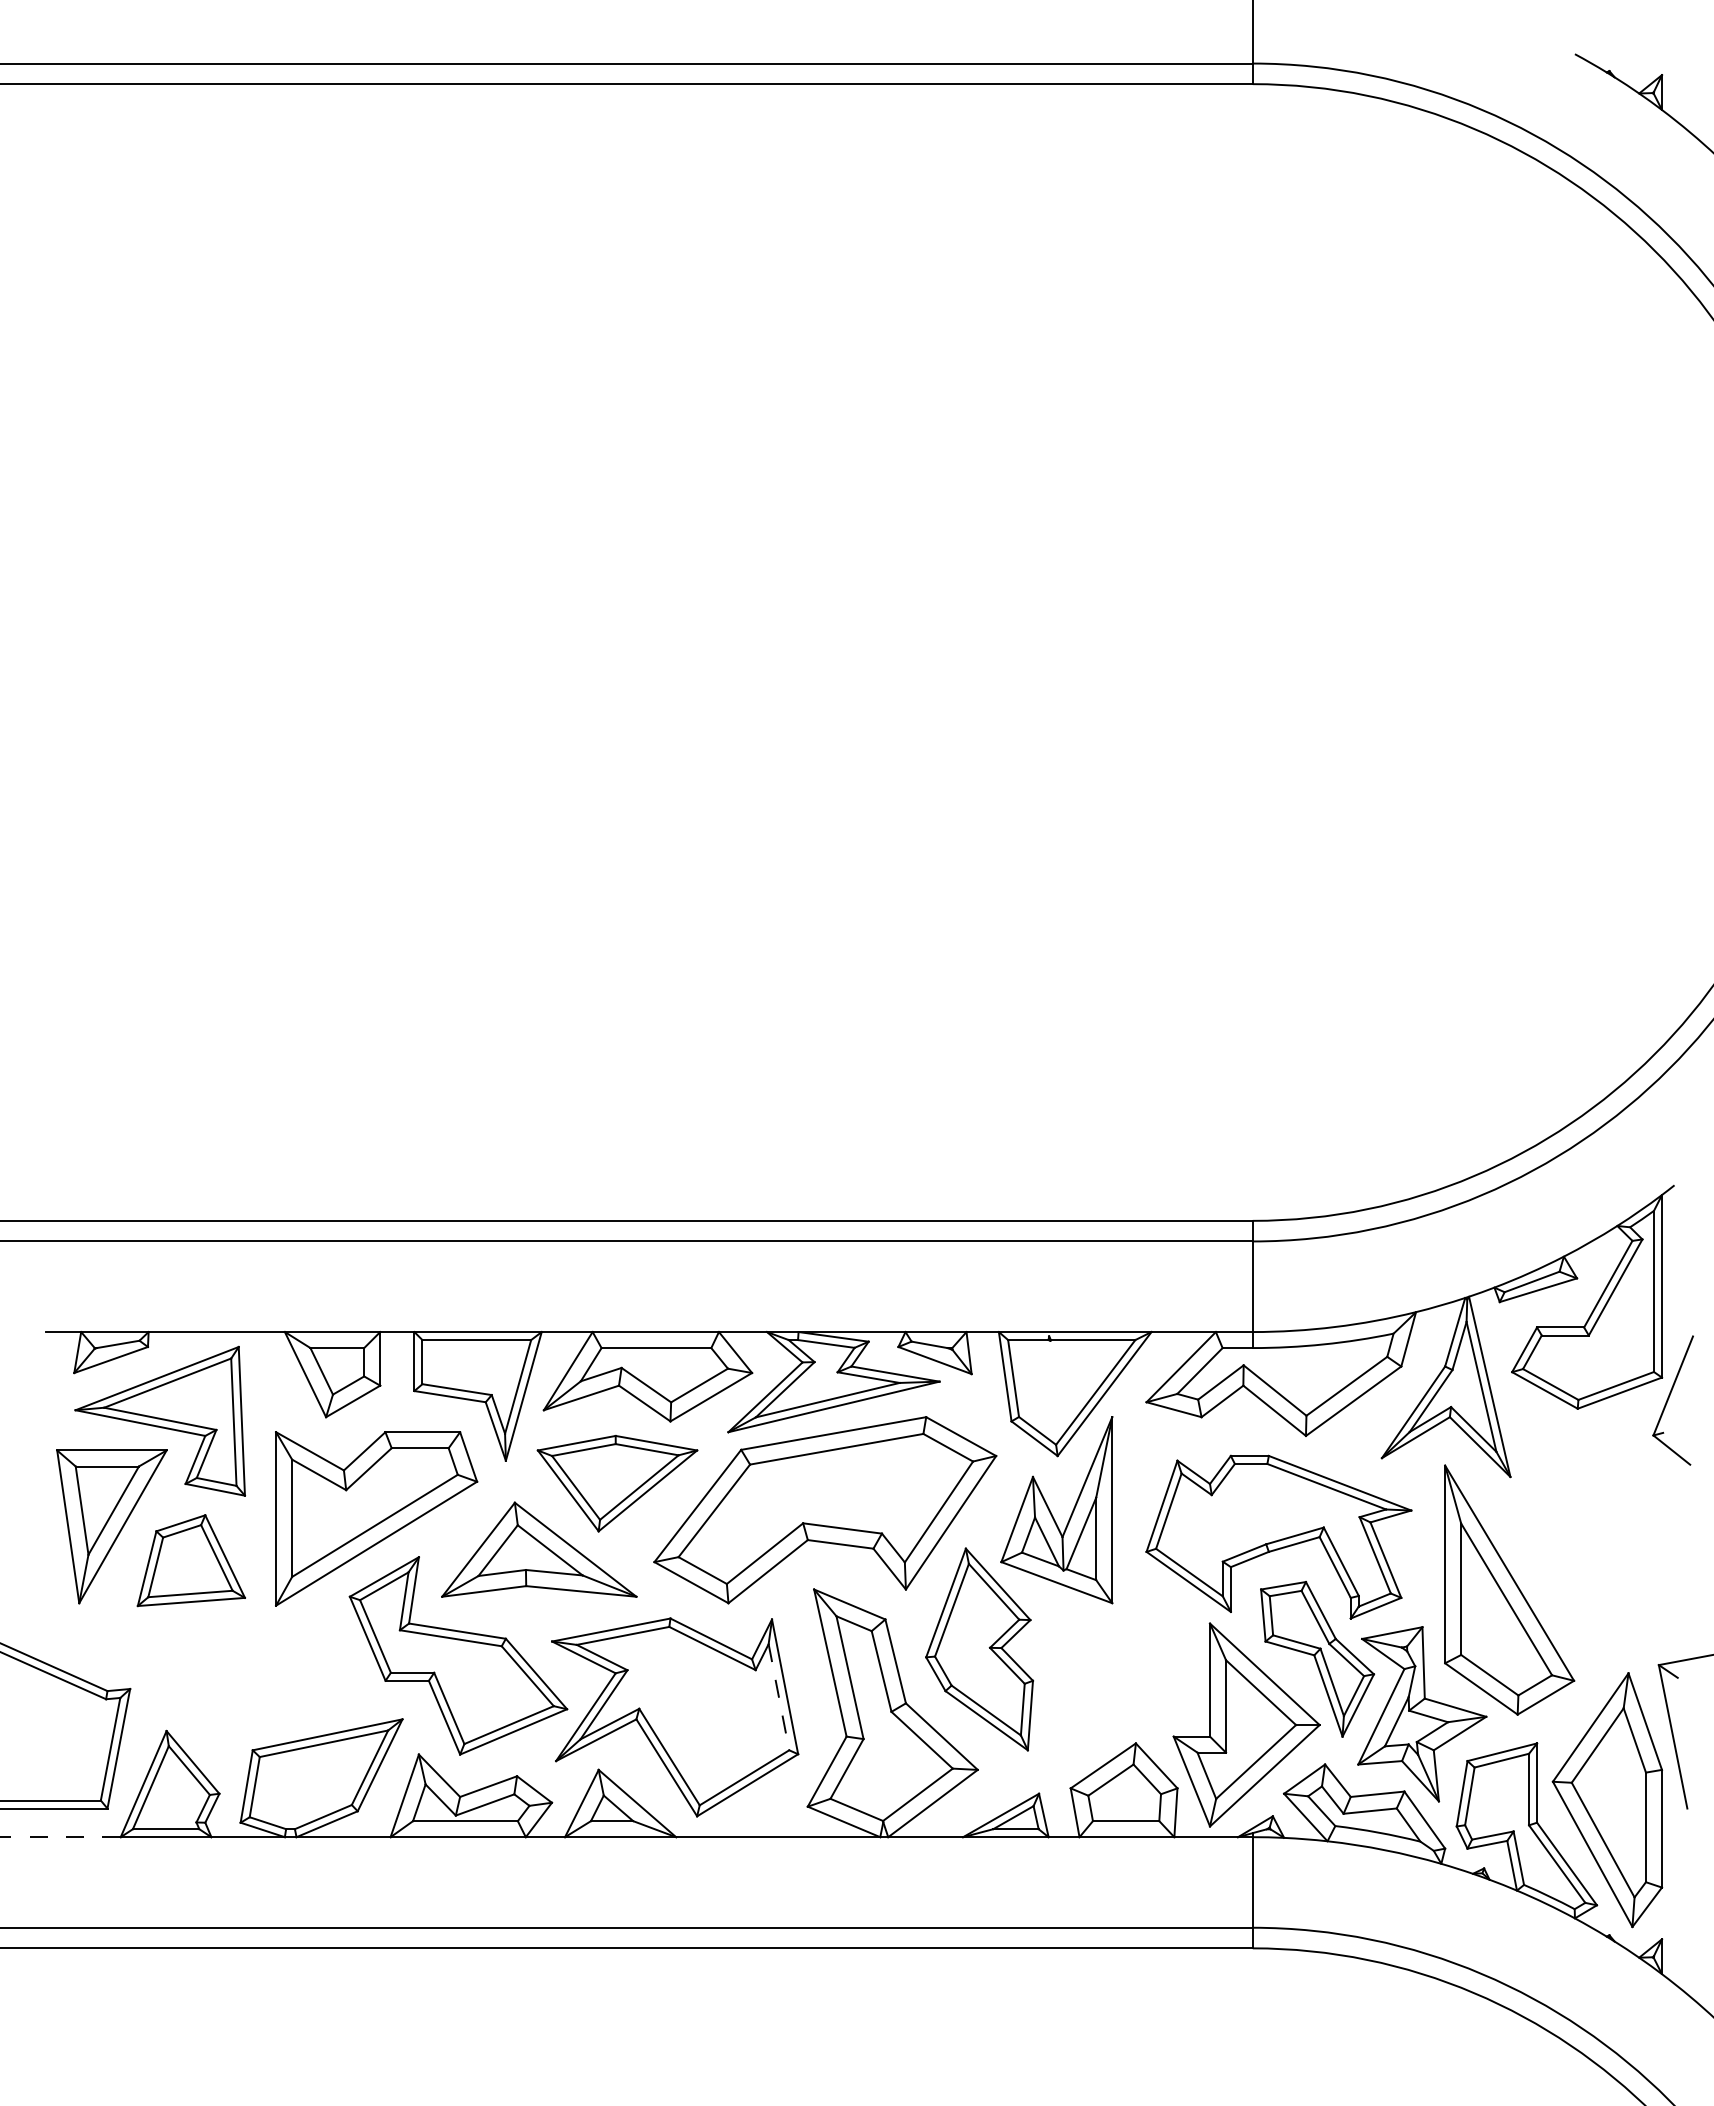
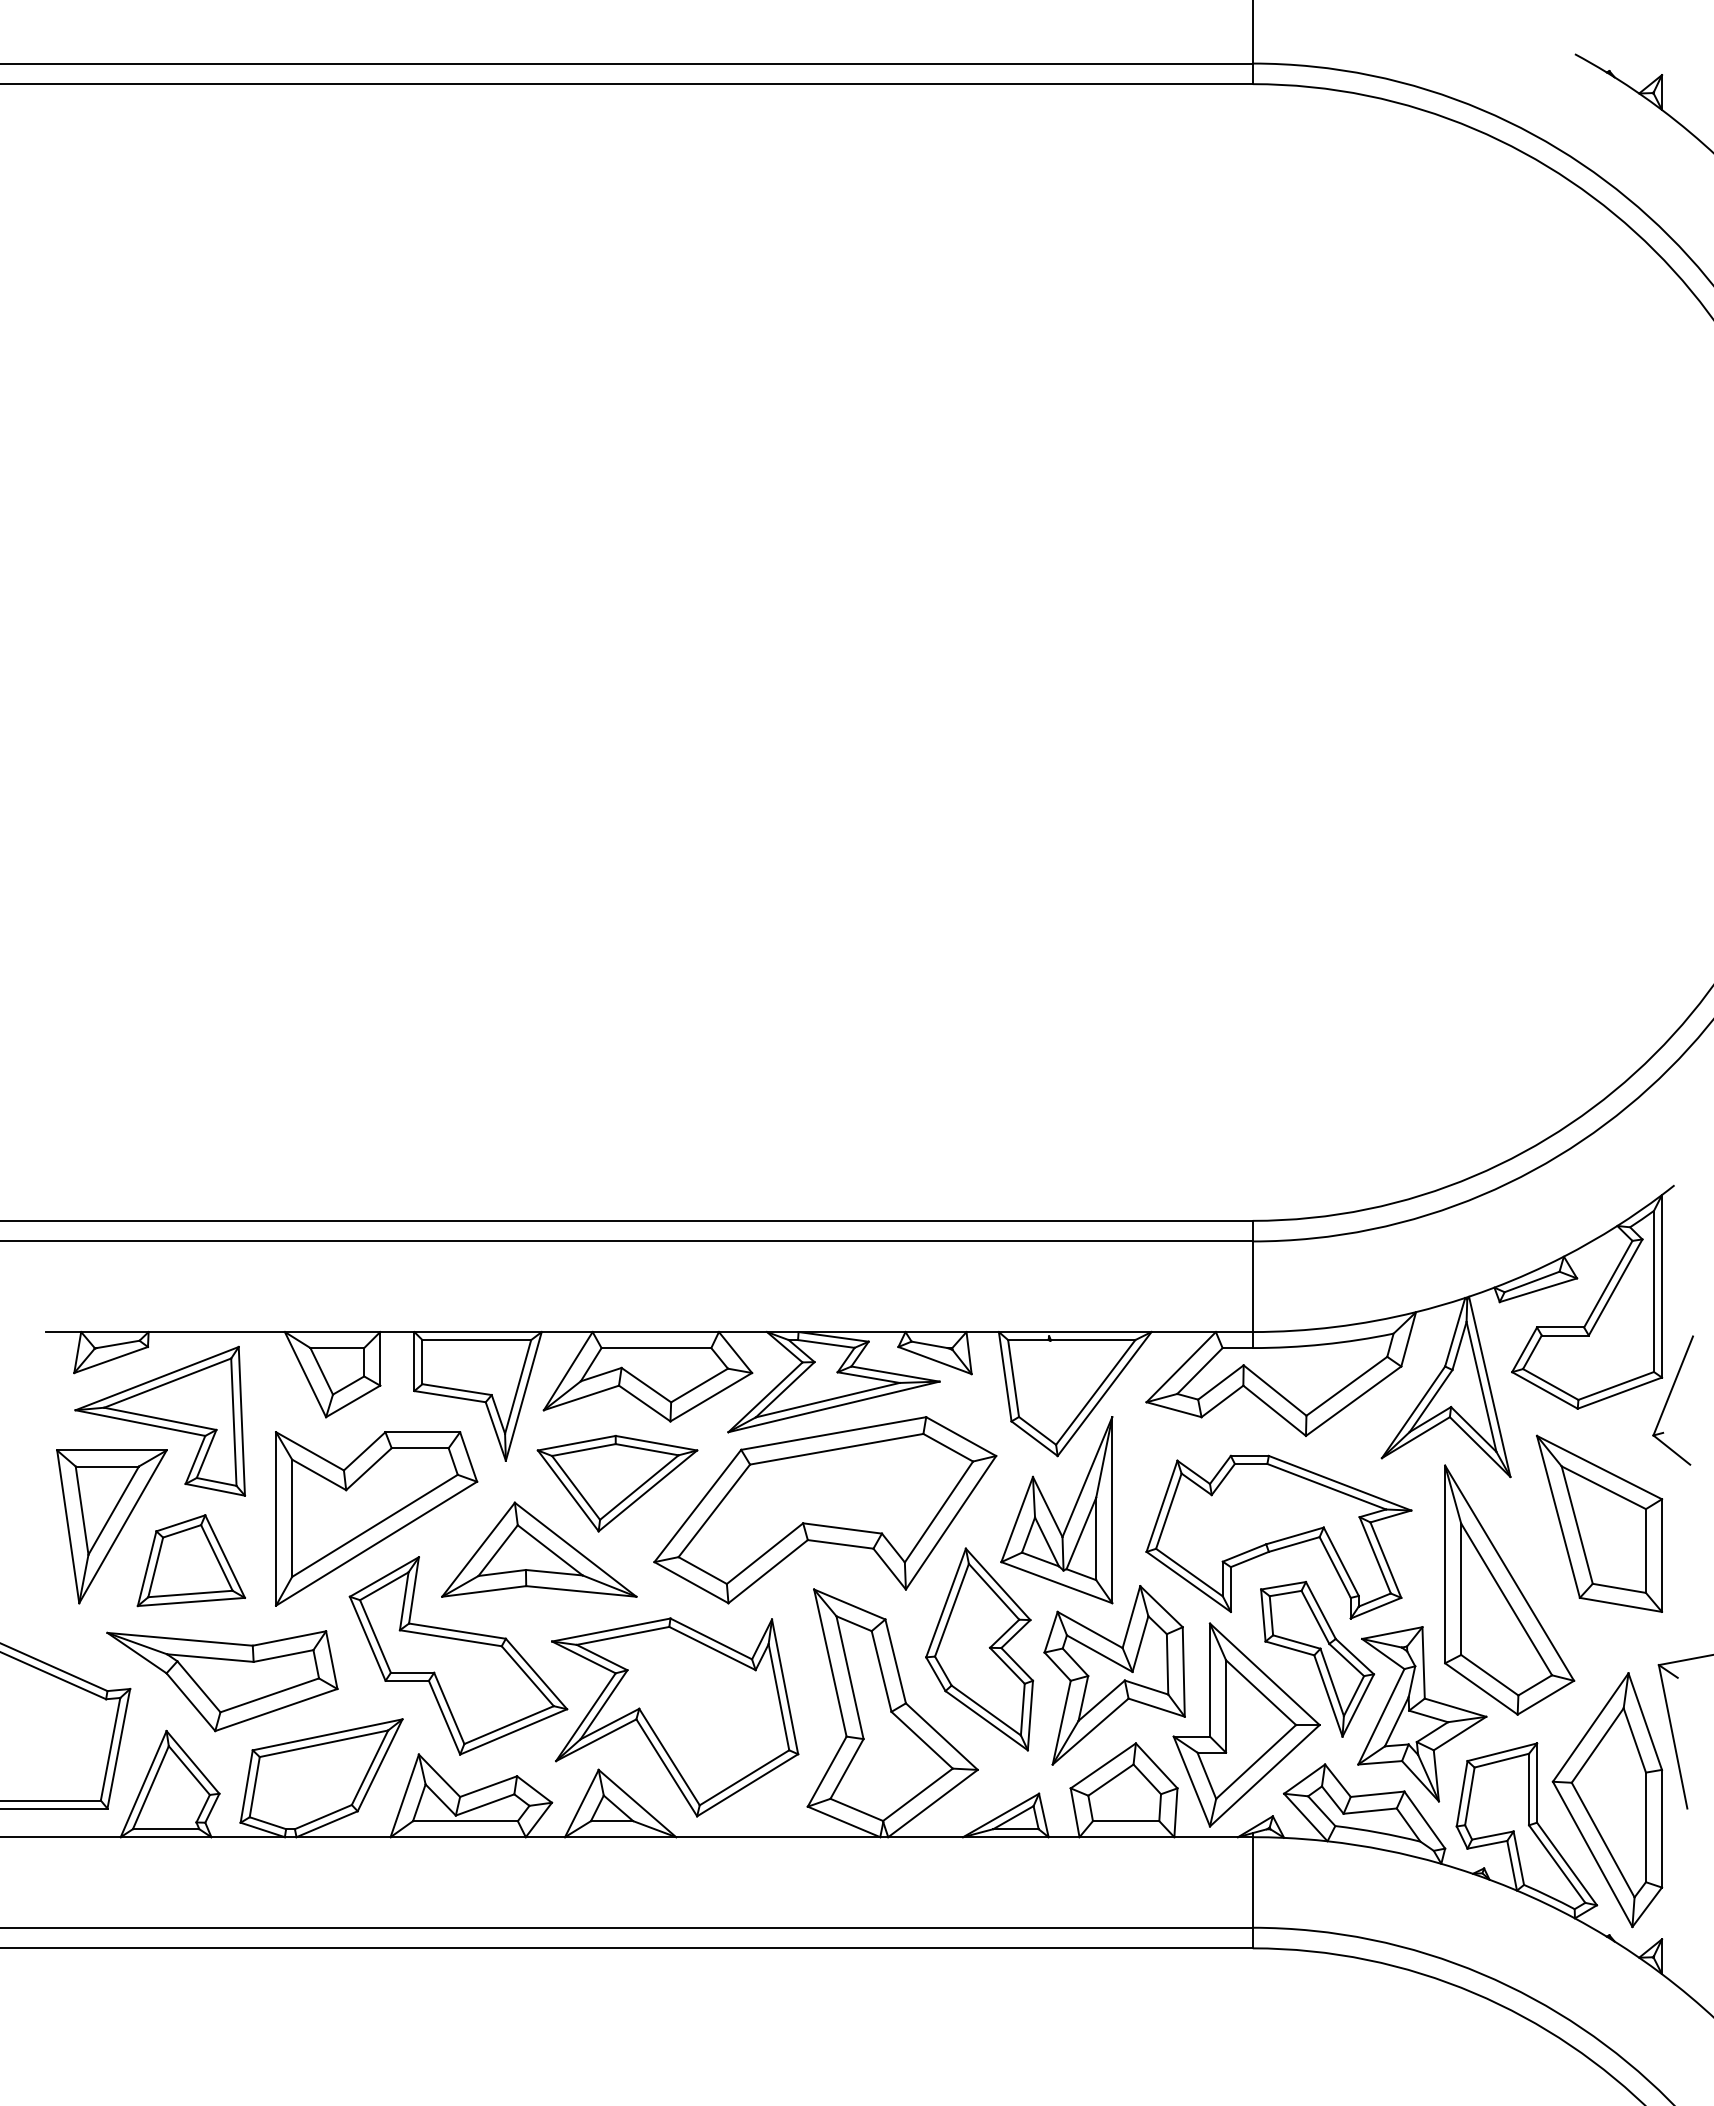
part at (1599, 1523): none -> present
part at (1114, 1675): none -> present
part at (222, 1681): none -> present
line at (779, 1697): dashed -> solid
line at (60, 1837): dashed -> solid
